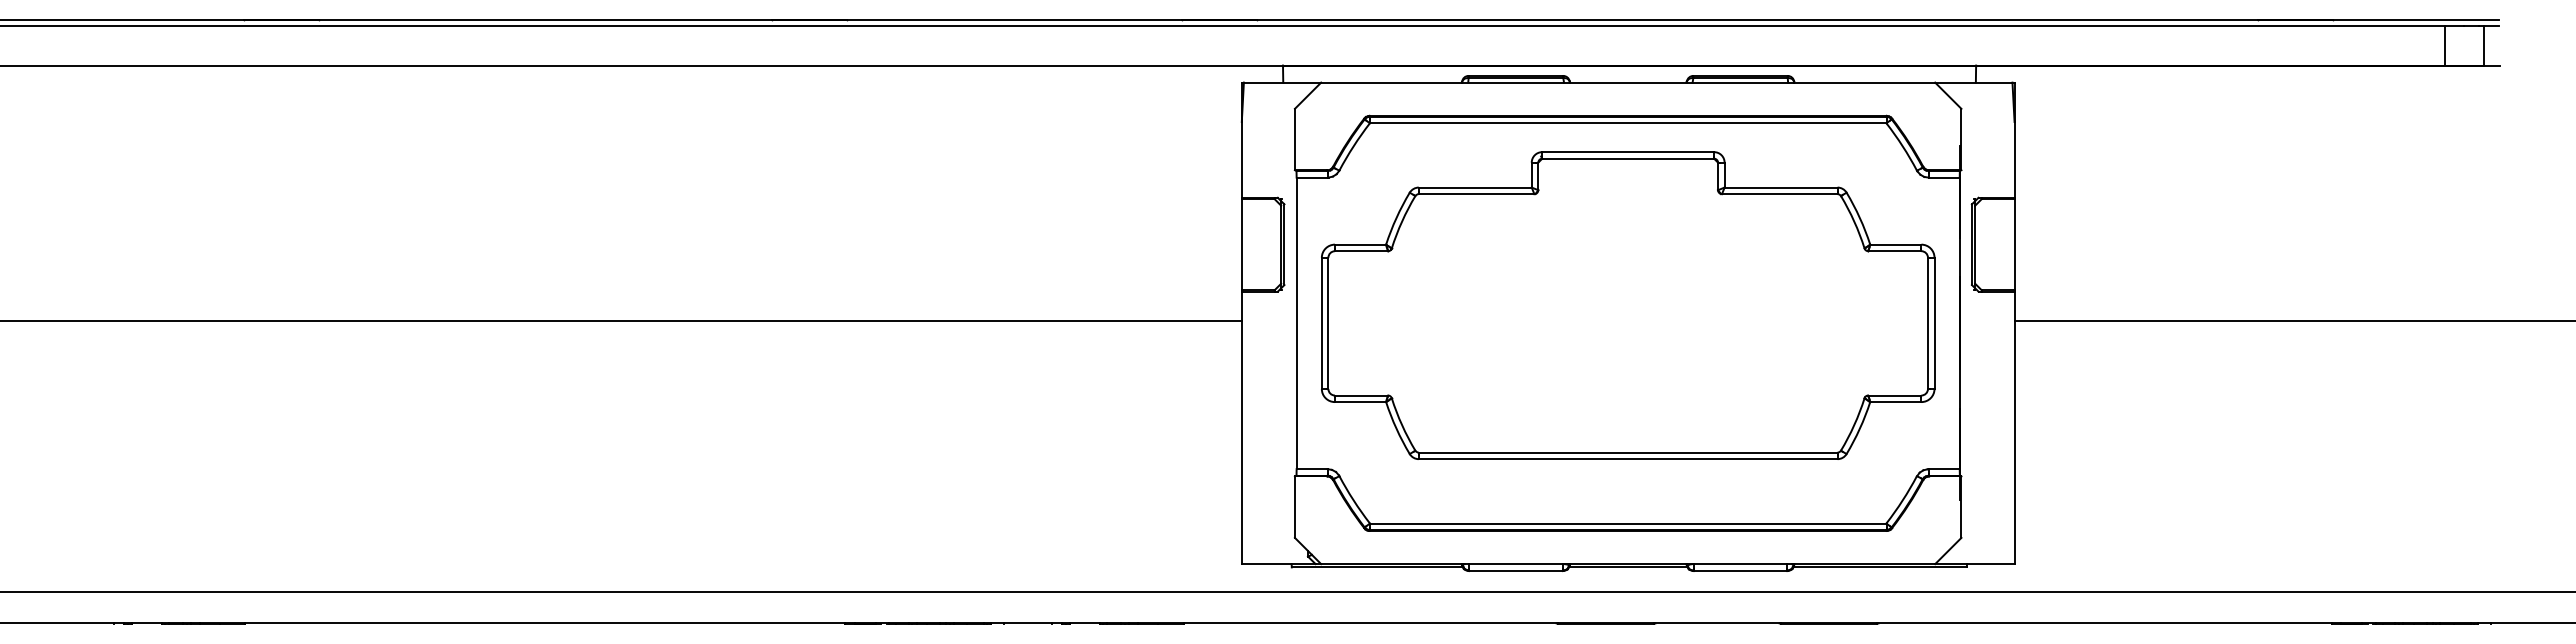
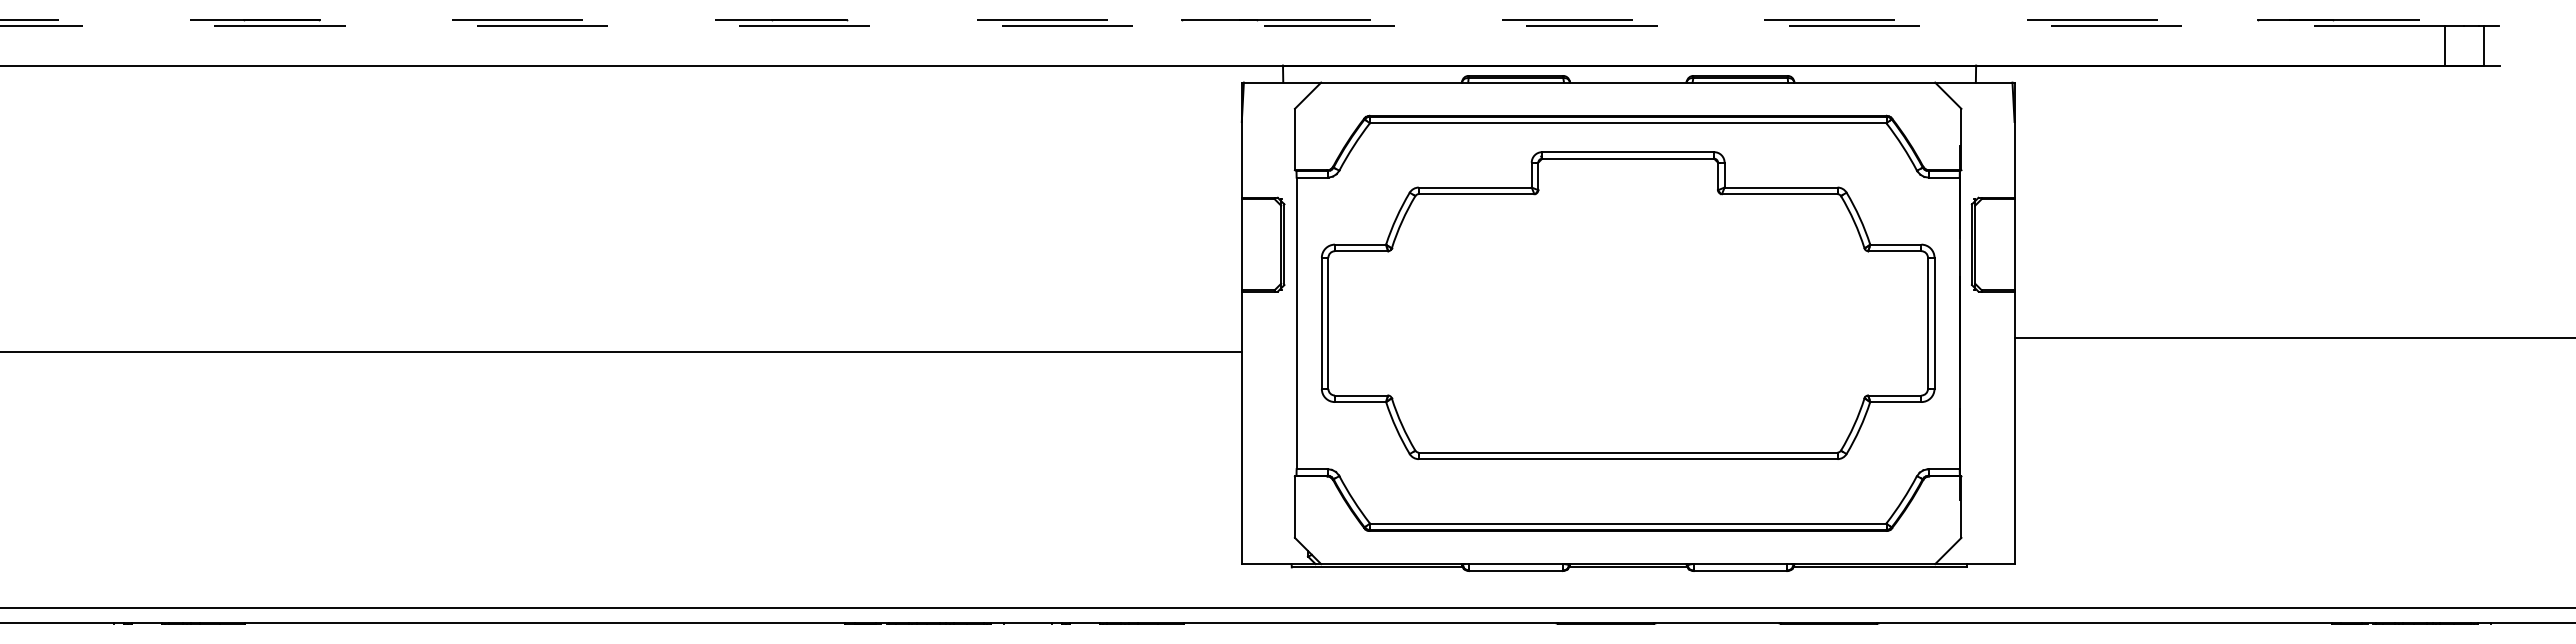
line at (1250, 19): solid -> dashed
line at (1222, 26): solid -> dashed
line at (621, 321) position: (621, 321) -> (621, 352)
line at (2293, 321) position: (2293, 321) -> (2293, 338)
line at (1287, 591) position: (1287, 591) -> (1287, 607)
